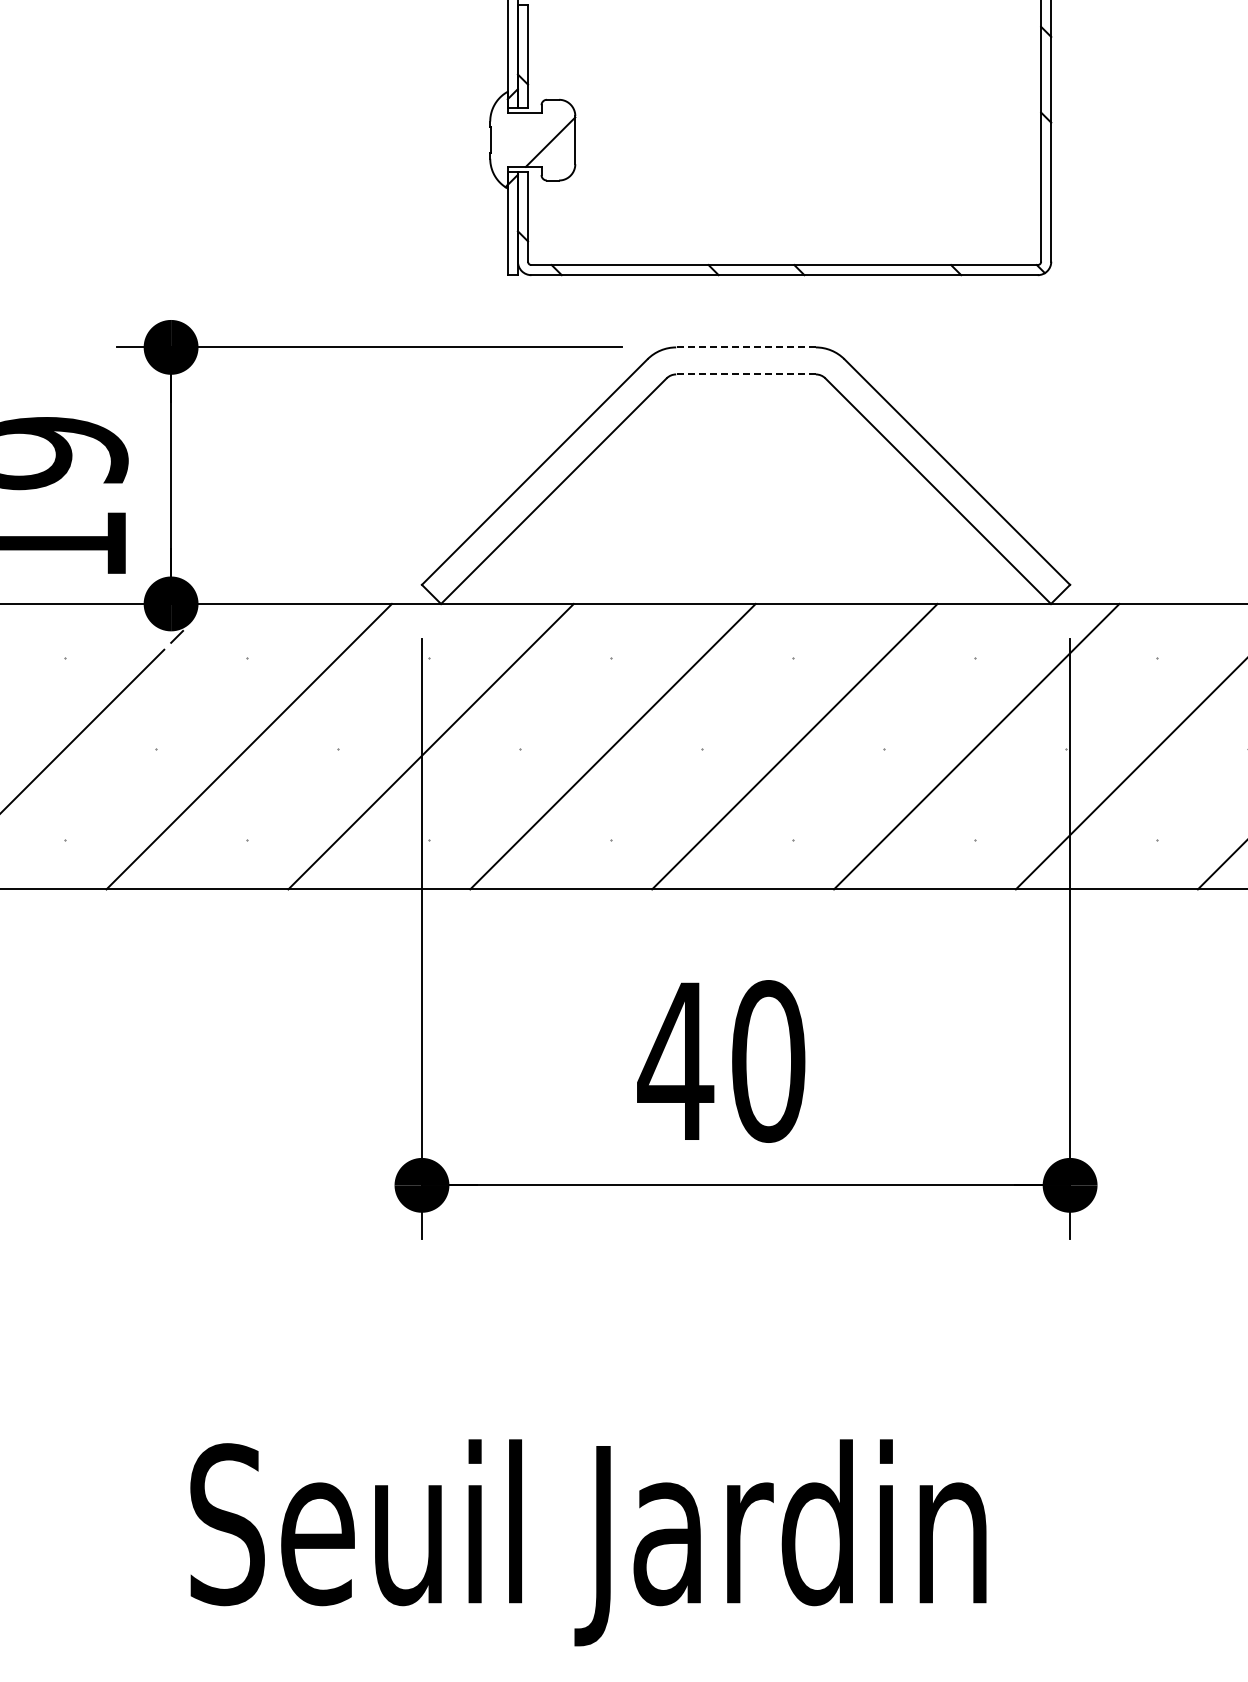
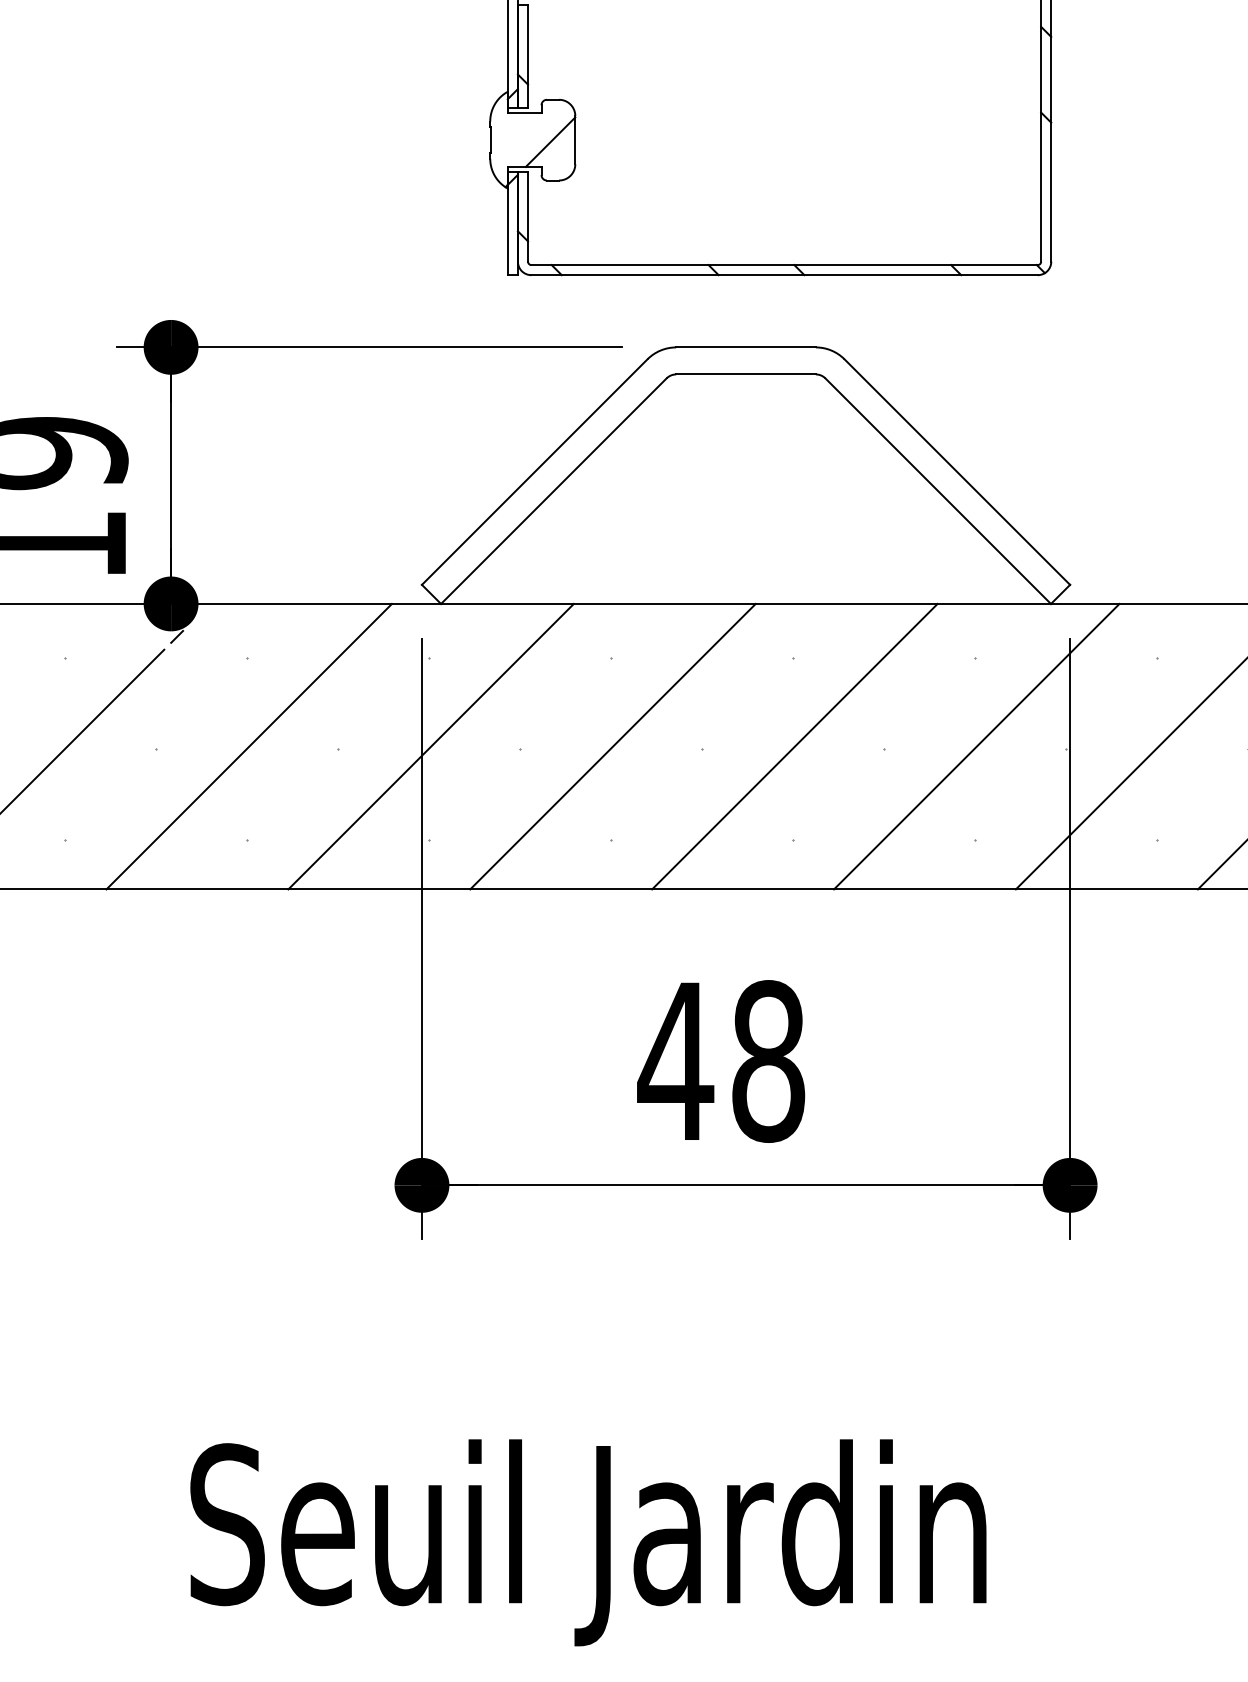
line at (746, 347): dashed -> solid
line at (746, 374): dashed -> solid
text at (768, 1061): 40 -> 48
